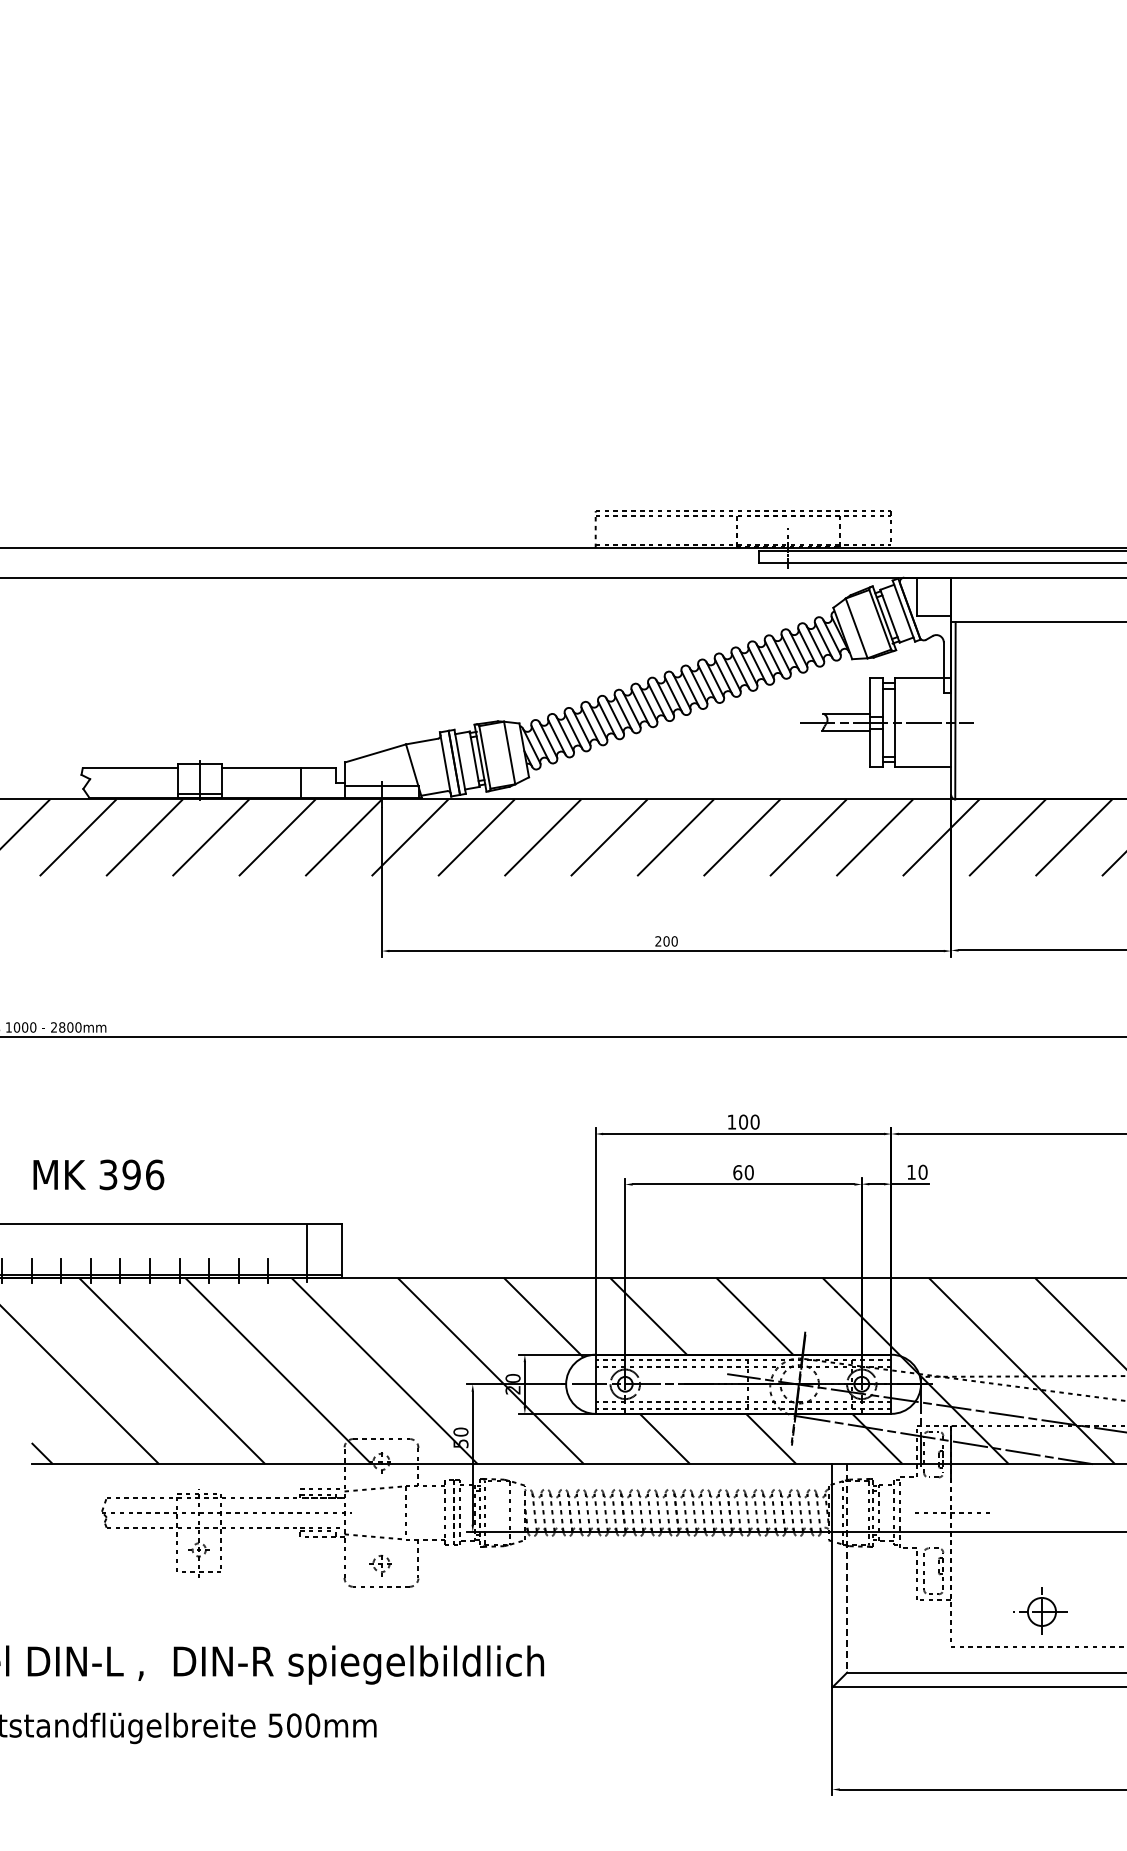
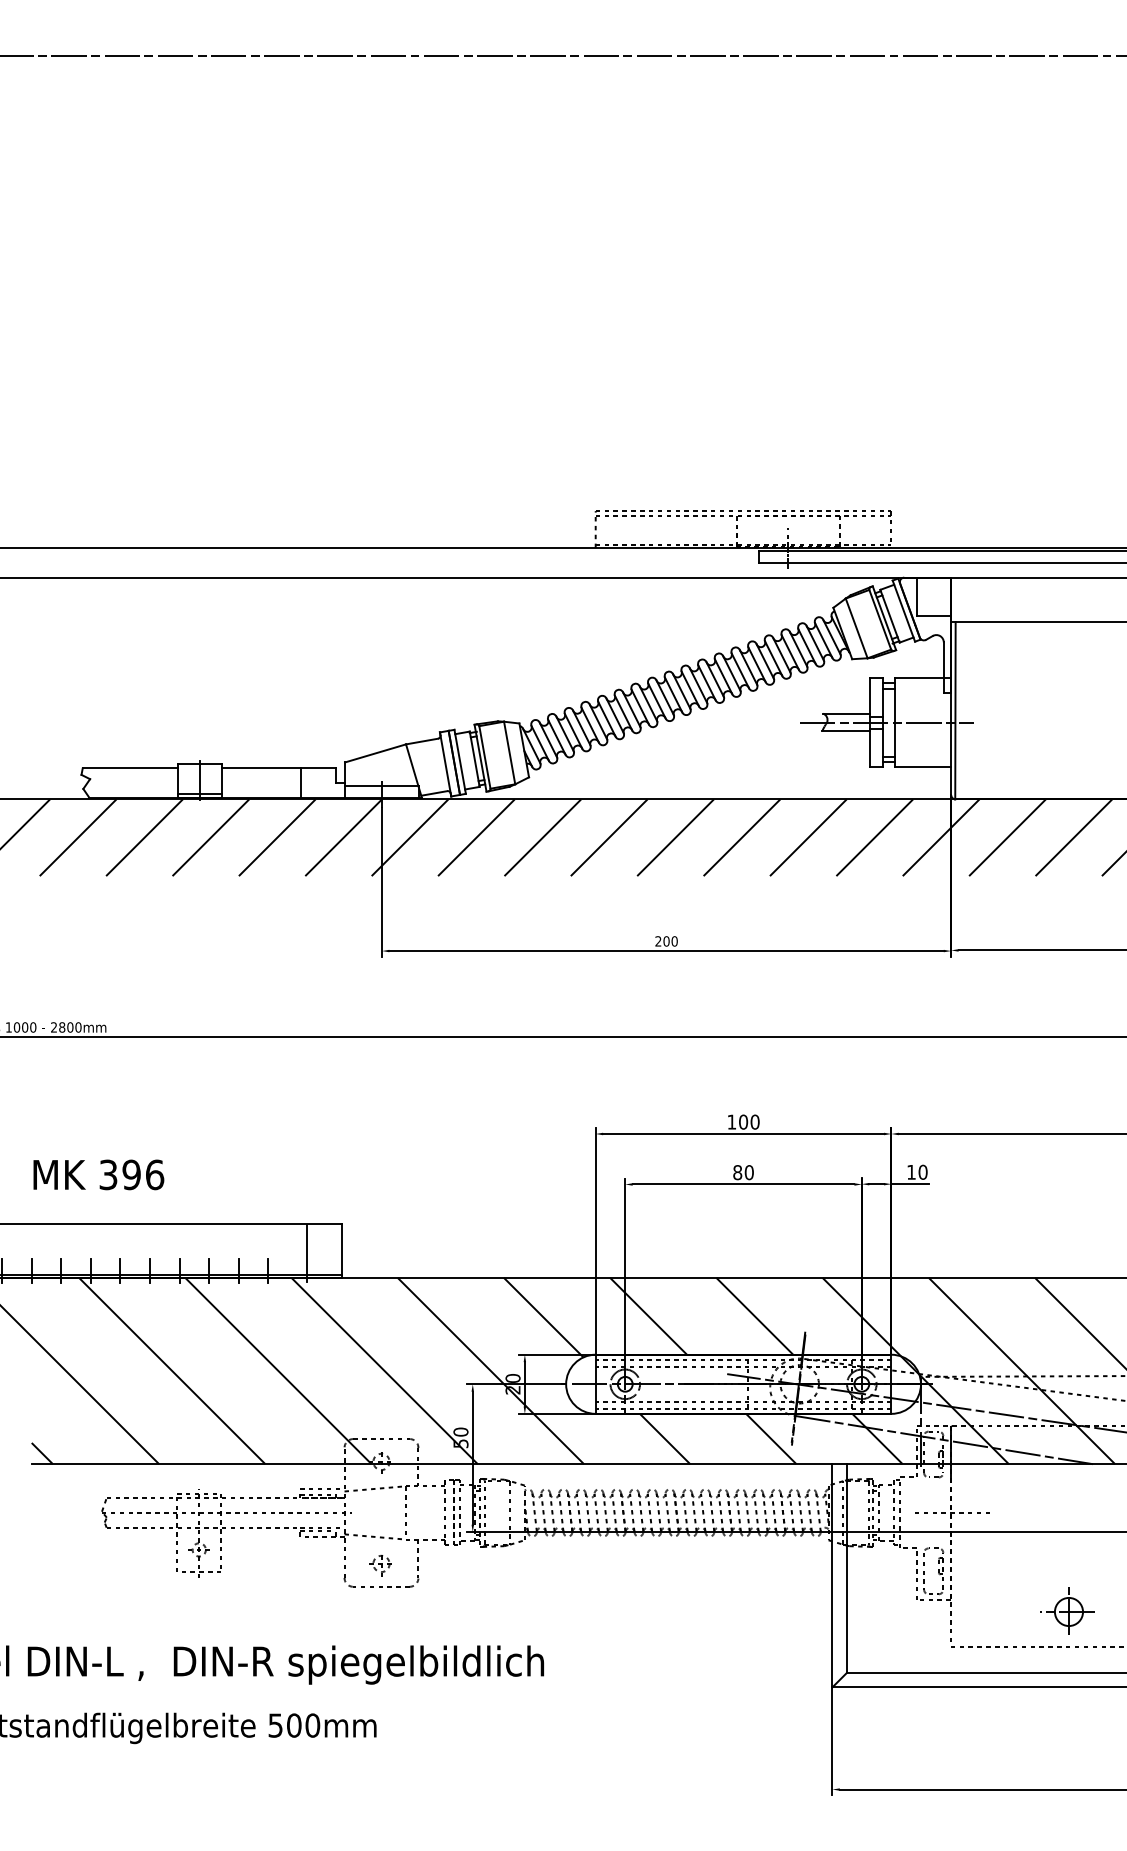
line at (562, 55): none -> present
text at (737, 1172): 60 -> 80
line at (847, 1568): dashed -> solid
part at (1040, 1610) position: (1040, 1610) -> (1067, 1610)
